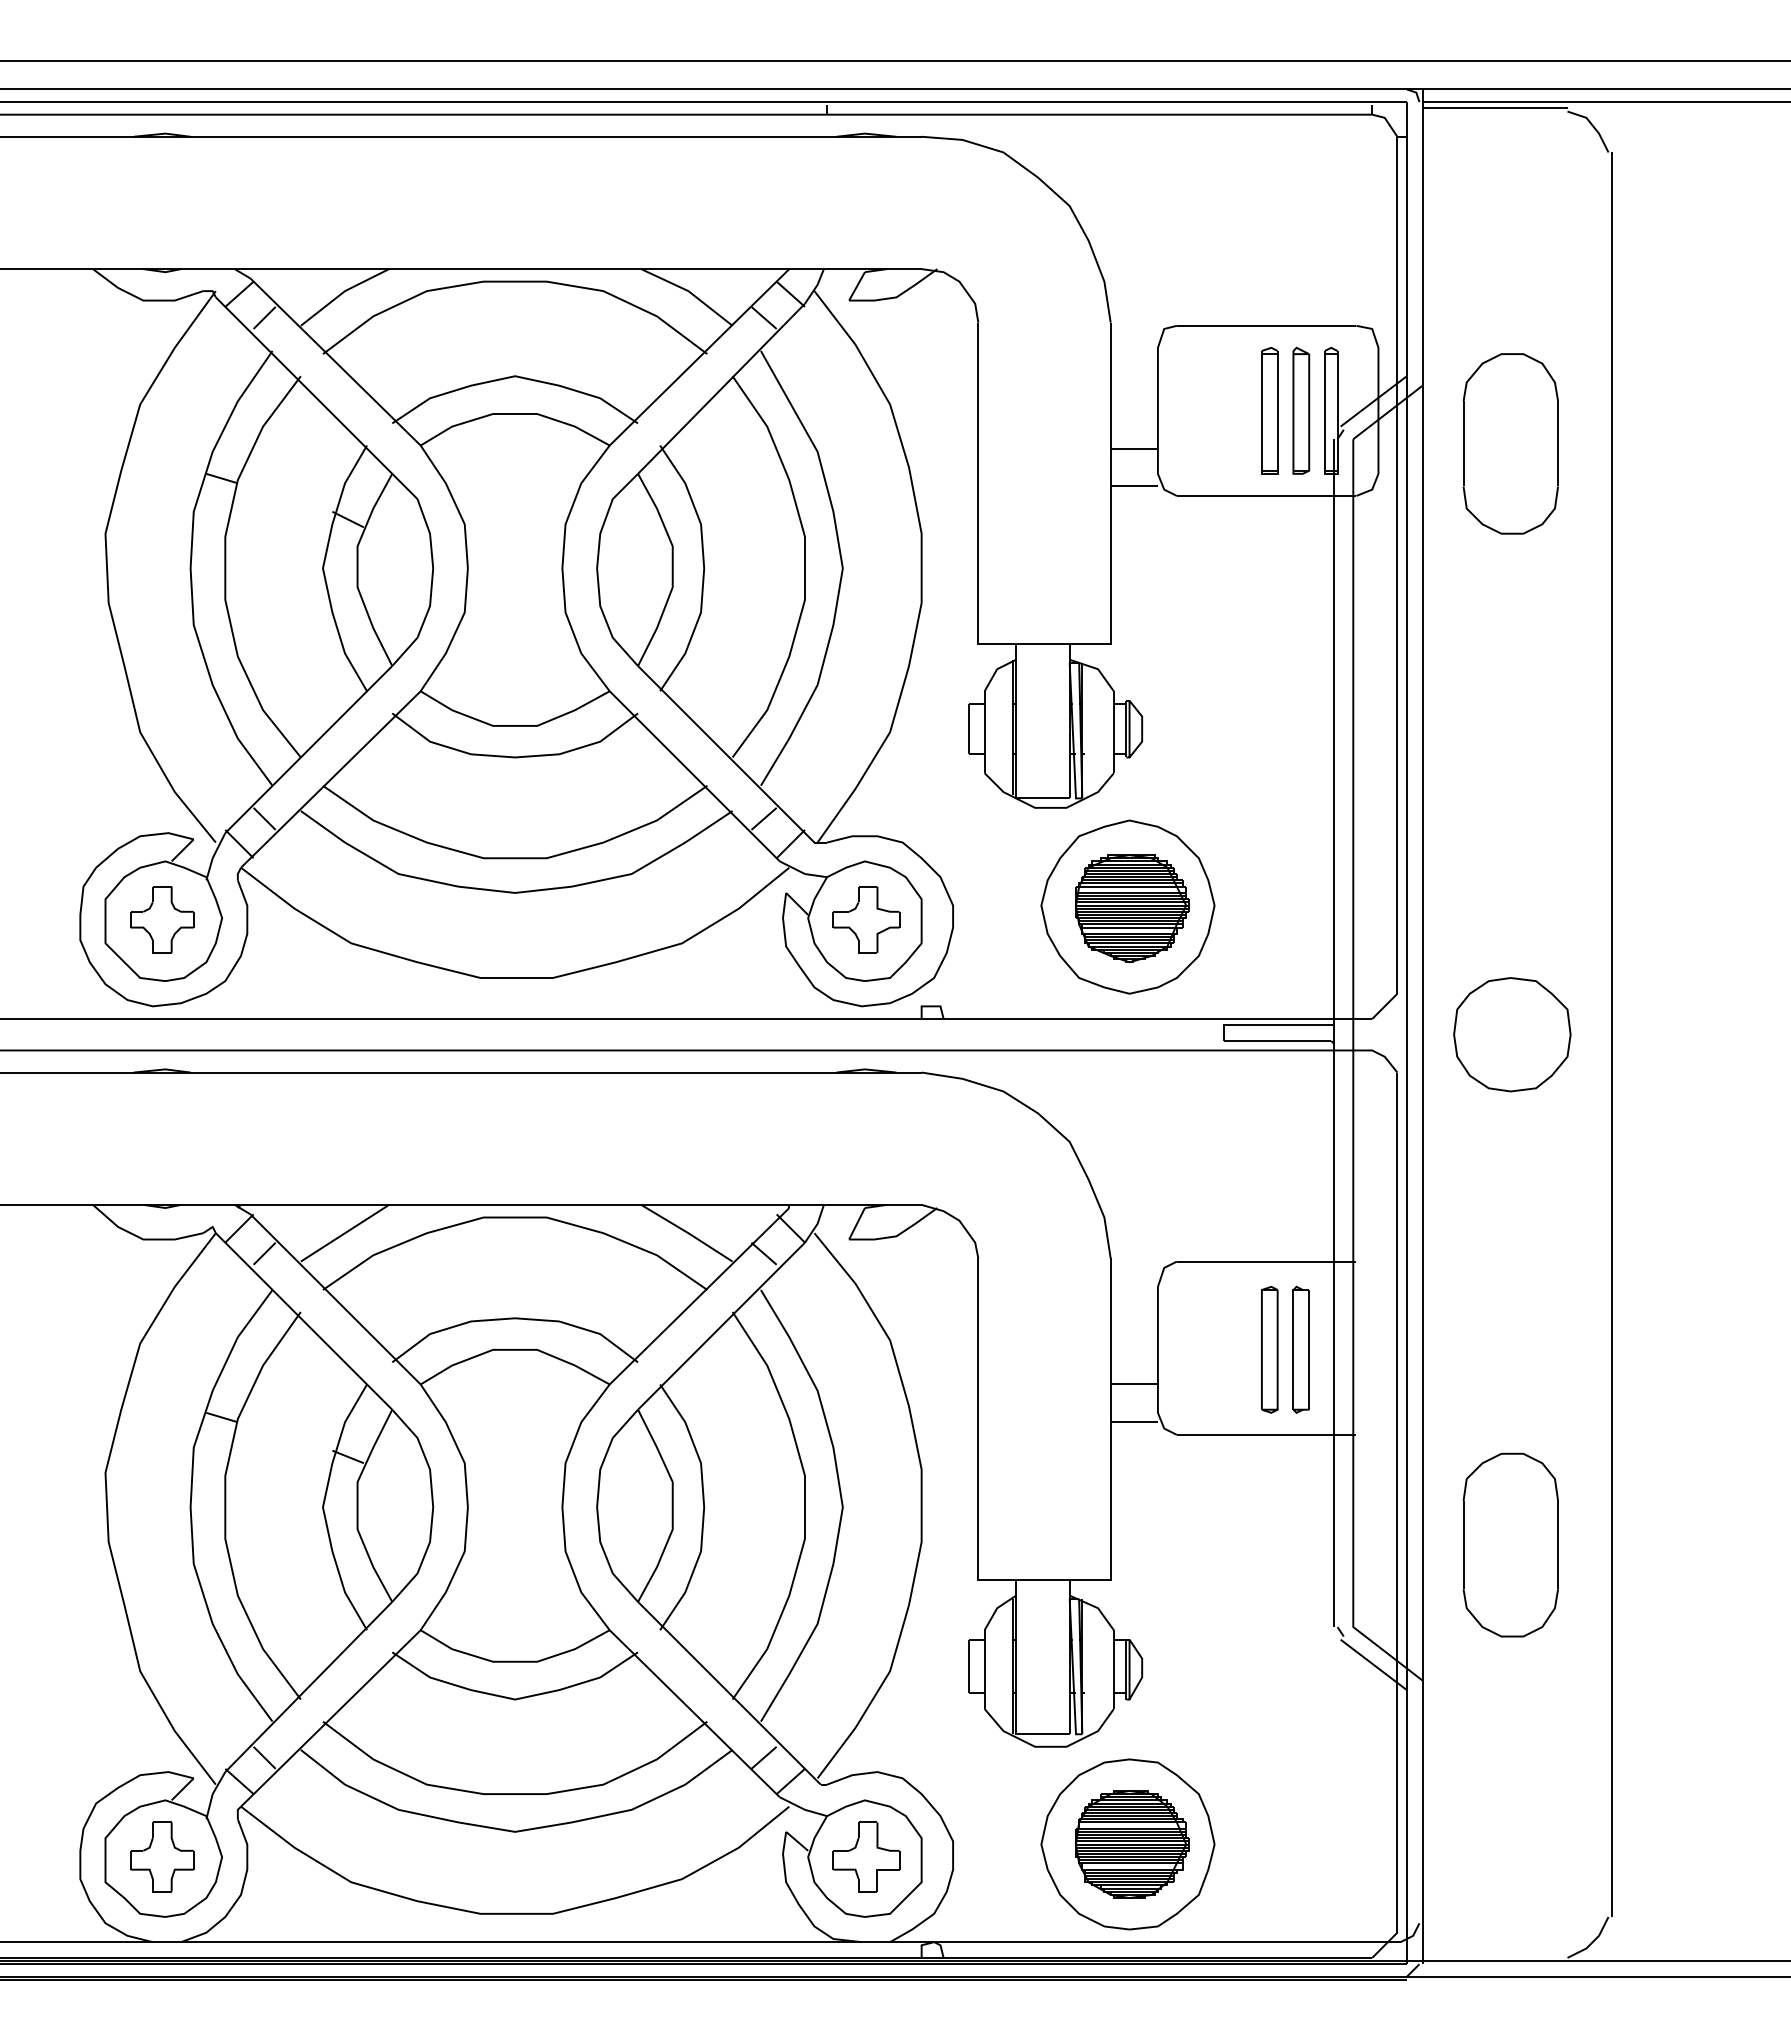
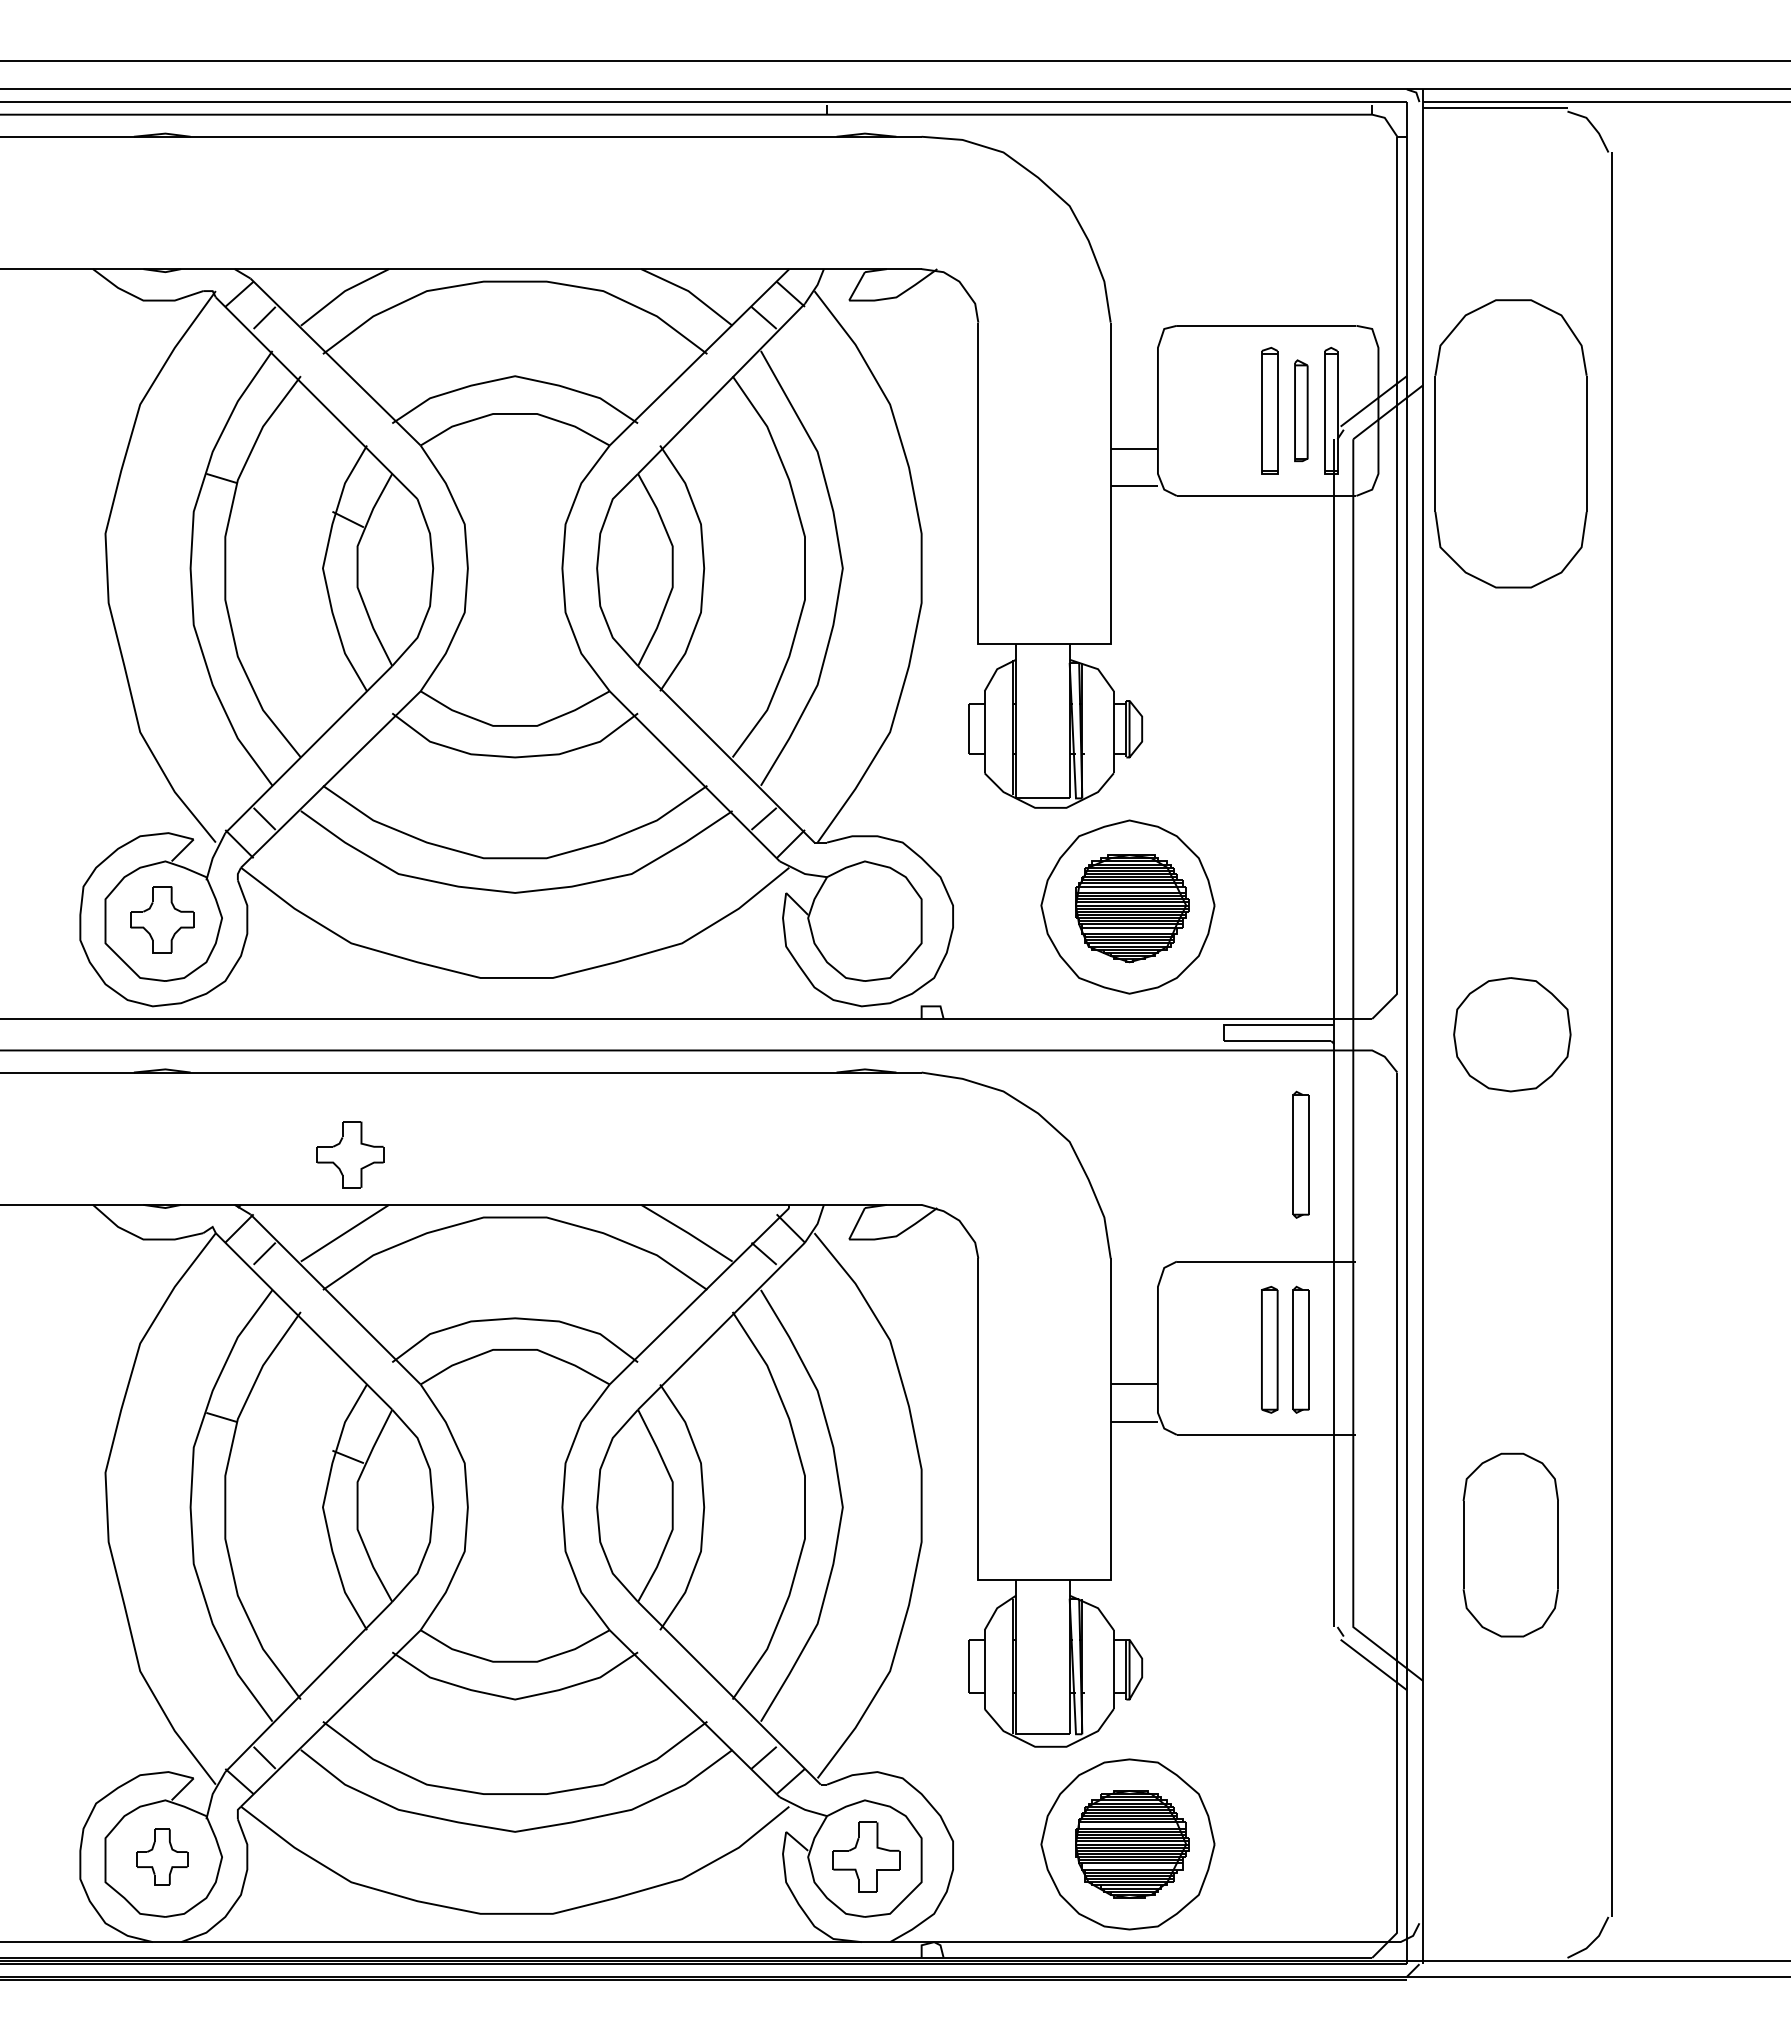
part at (1301, 410) size: 19x129 px -> 15x104 px
part at (1510, 443) size: 97x182 px -> 154x290 px
part at (866, 919) position: (866, 919) -> (350, 1154)
part at (1300, 1154): none -> present
part at (162, 1856) size: 65x72 px -> 53x58 px
